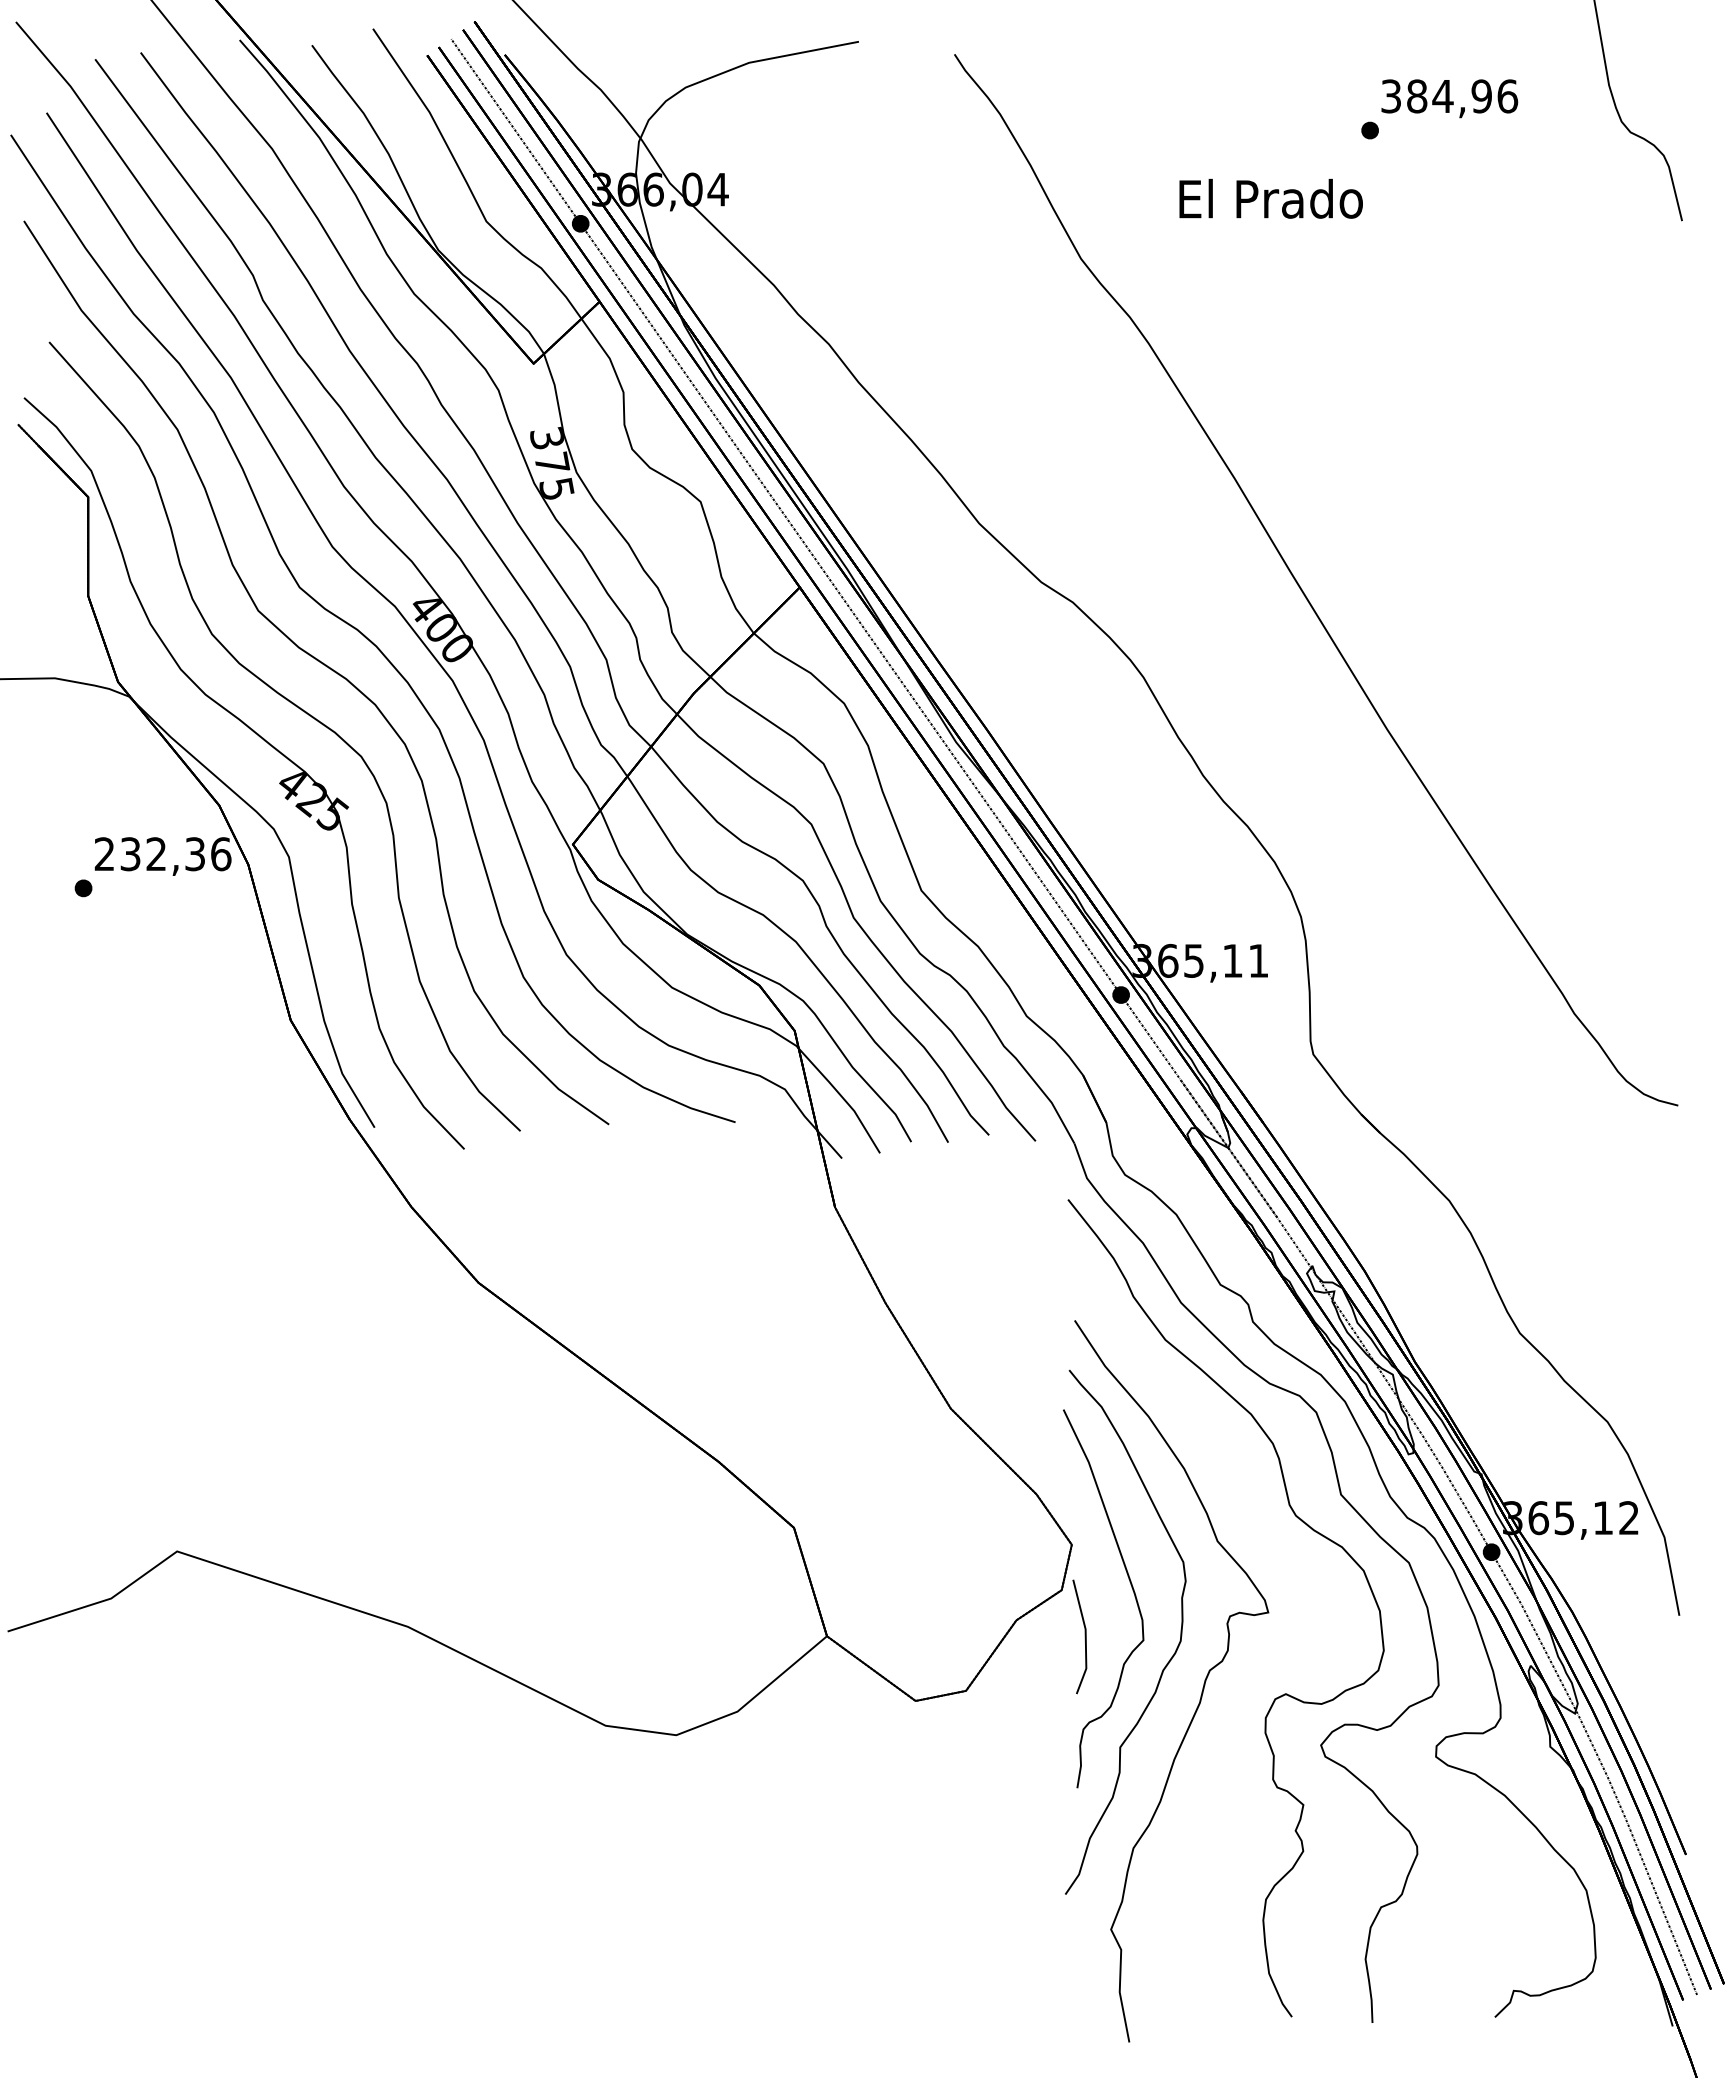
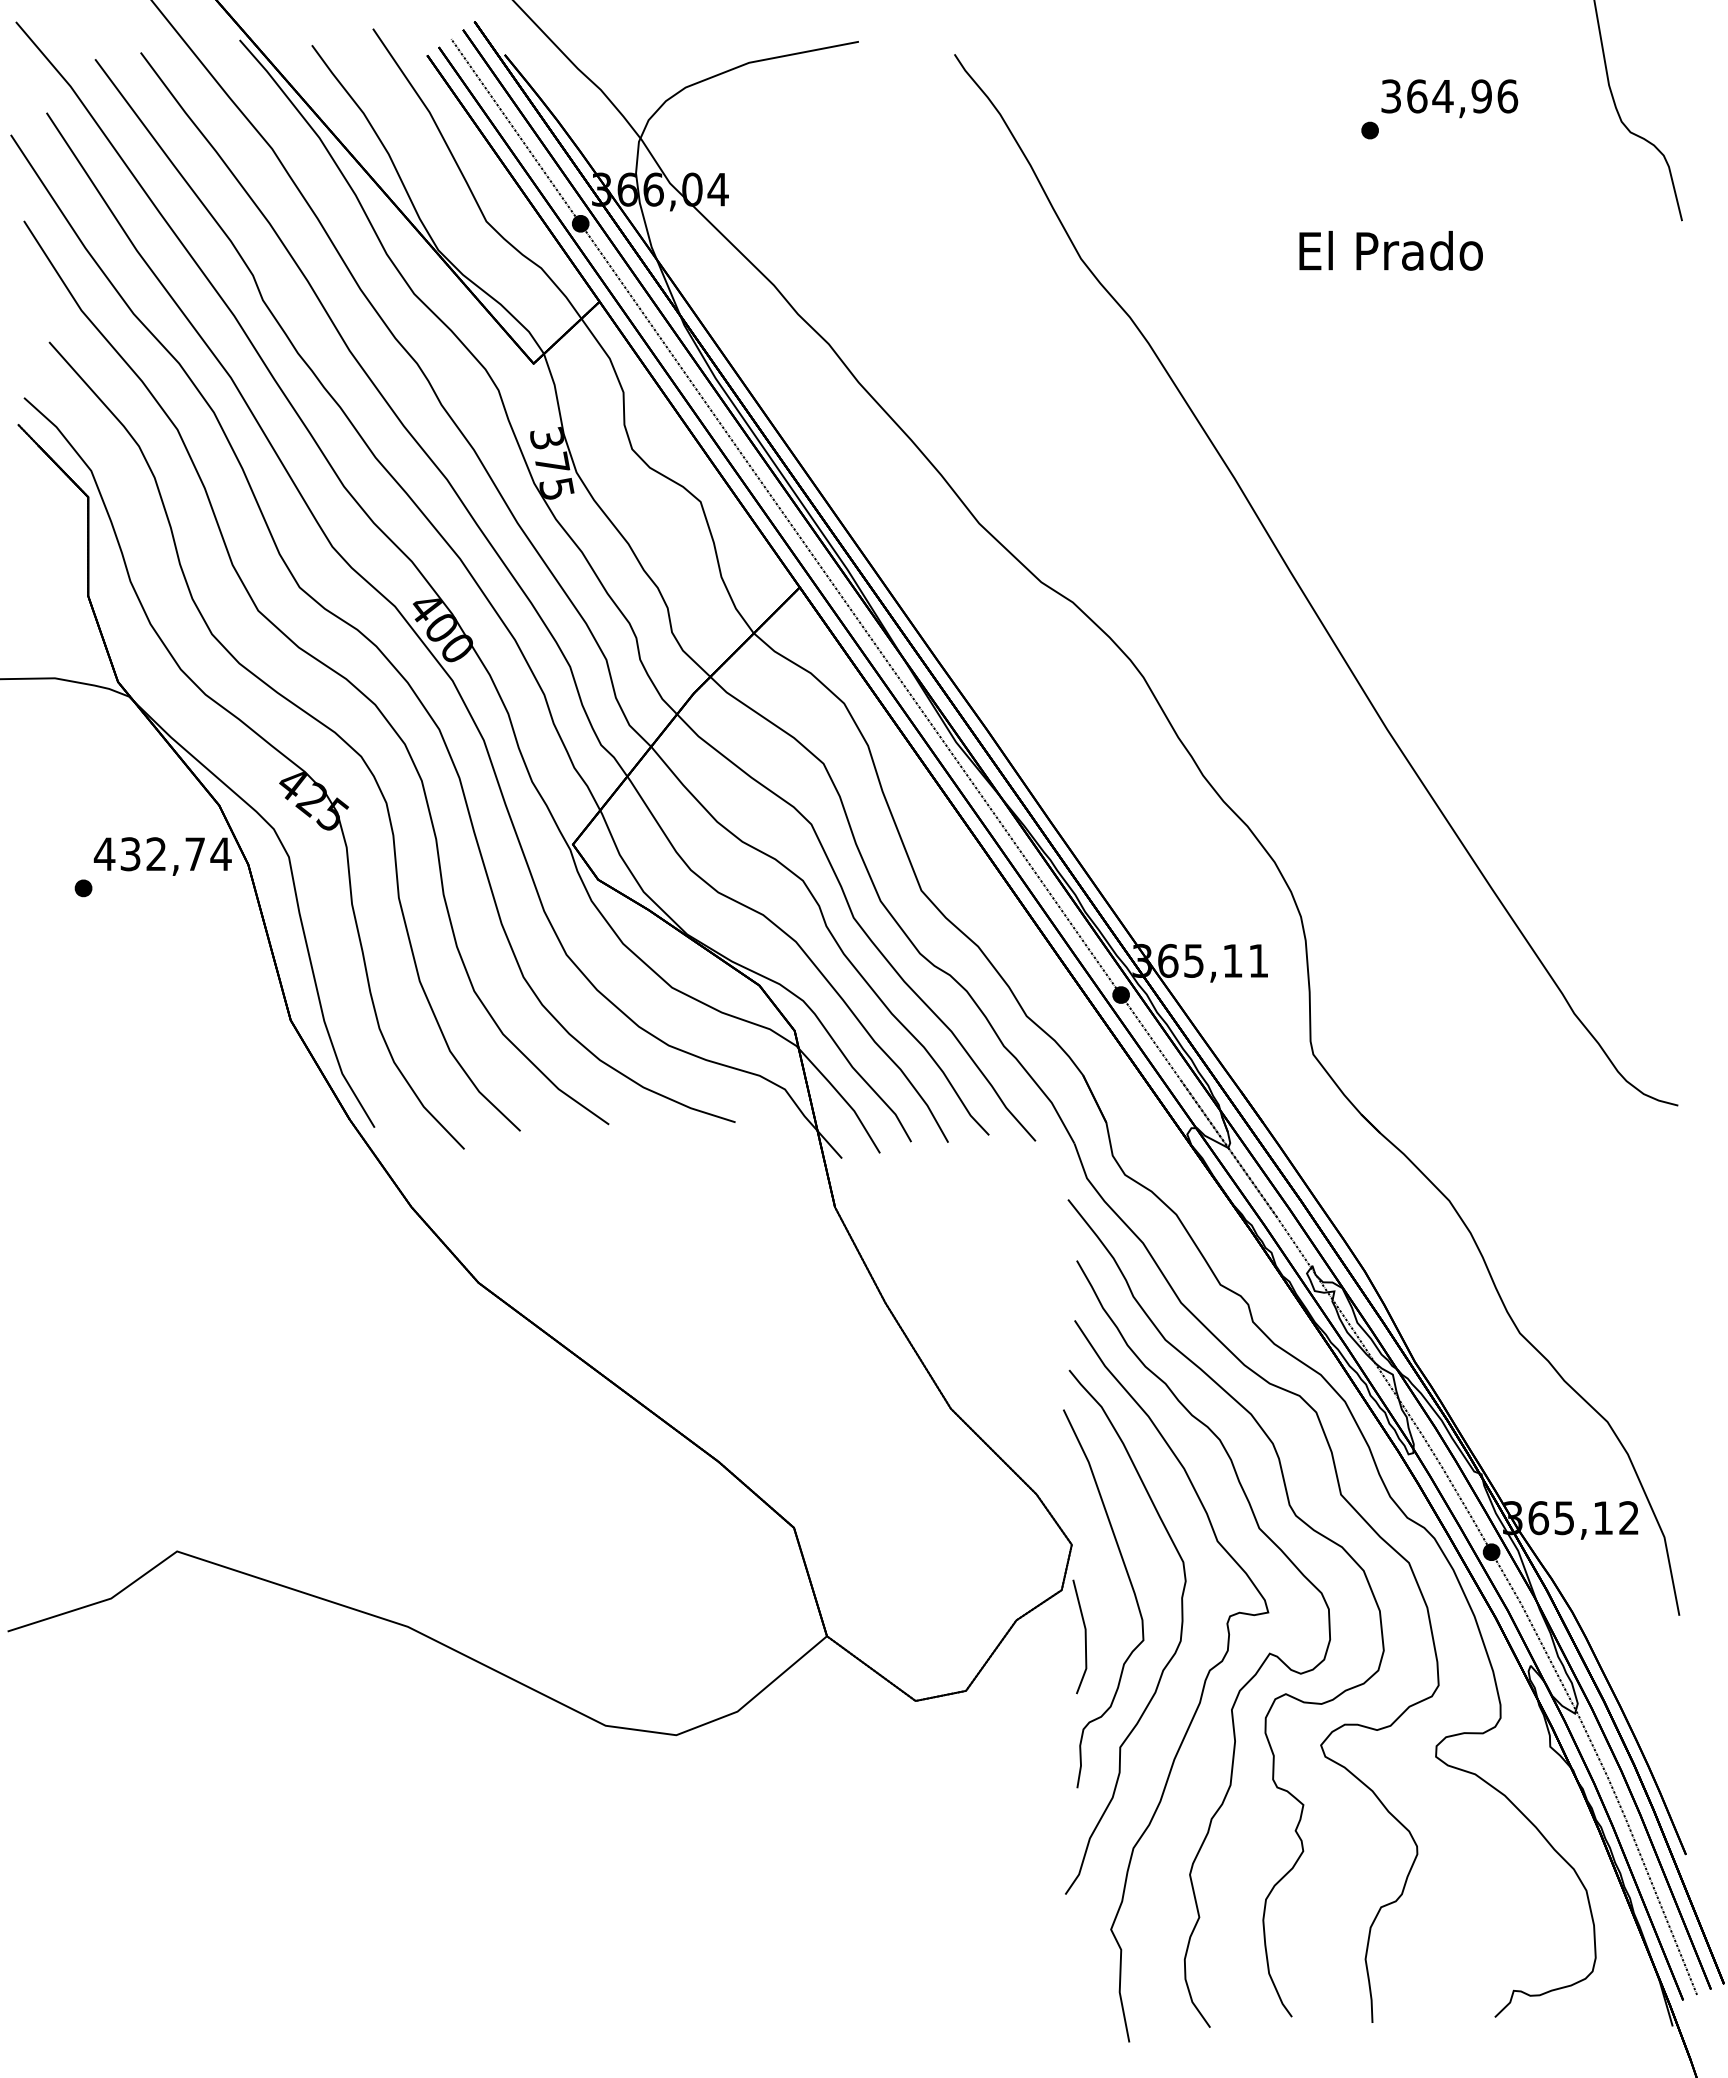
text at (1417, 96): 384,96 -> 364,96
text at (1270, 198) position: (1270, 198) -> (1390, 250)
text at (162, 854): 232,36 -> 432,74
curve at (1244, 1684): none -> present
